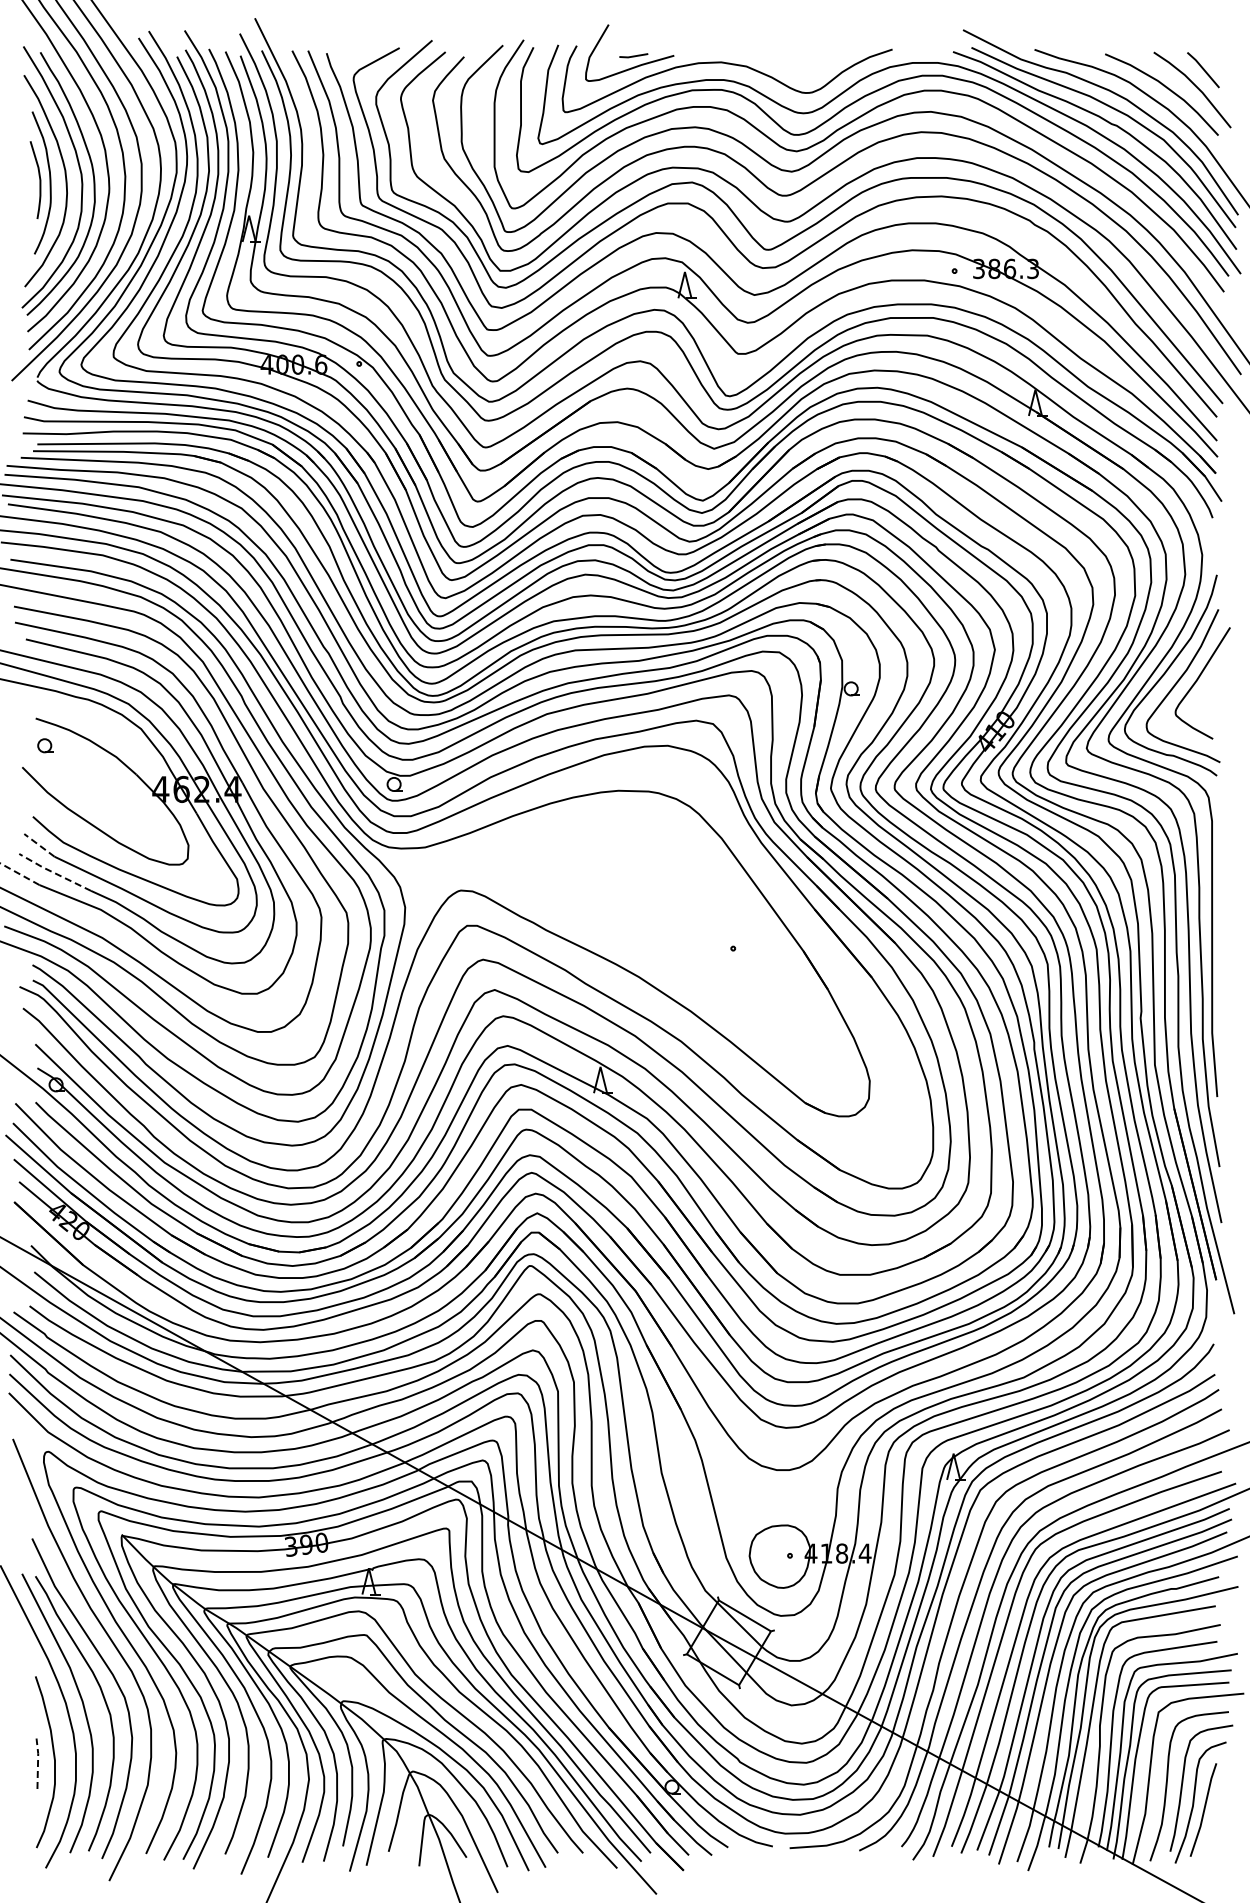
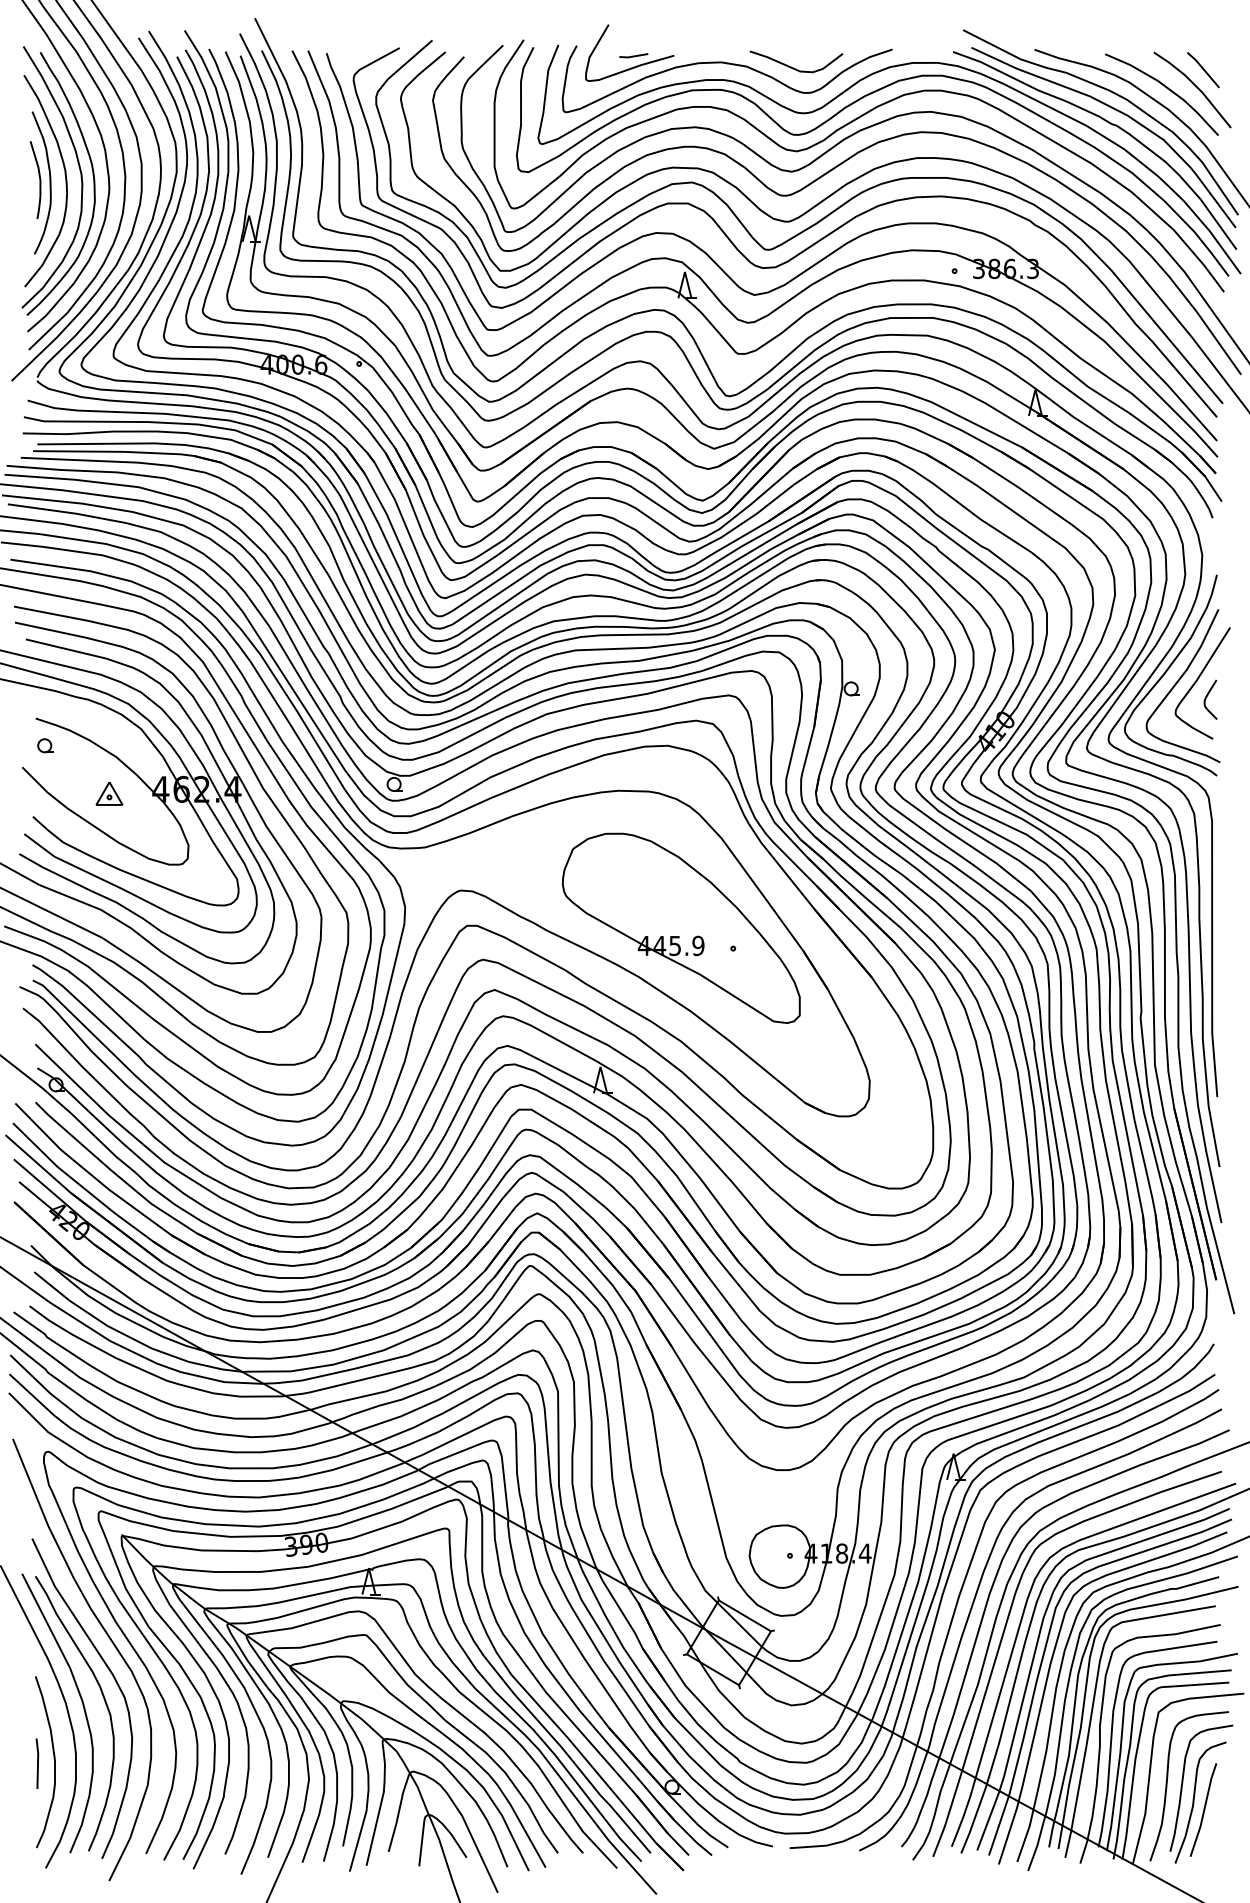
curve at (793, 67): none -> present
curve at (1207, 697): none -> present
part at (109, 793): none -> present
line at (39, 845): dashed -> solid
line at (53, 872): dashed -> solid
line at (19, 873): dashed -> solid
part at (680, 927): none -> present
line at (38, 1762): dashed -> solid
